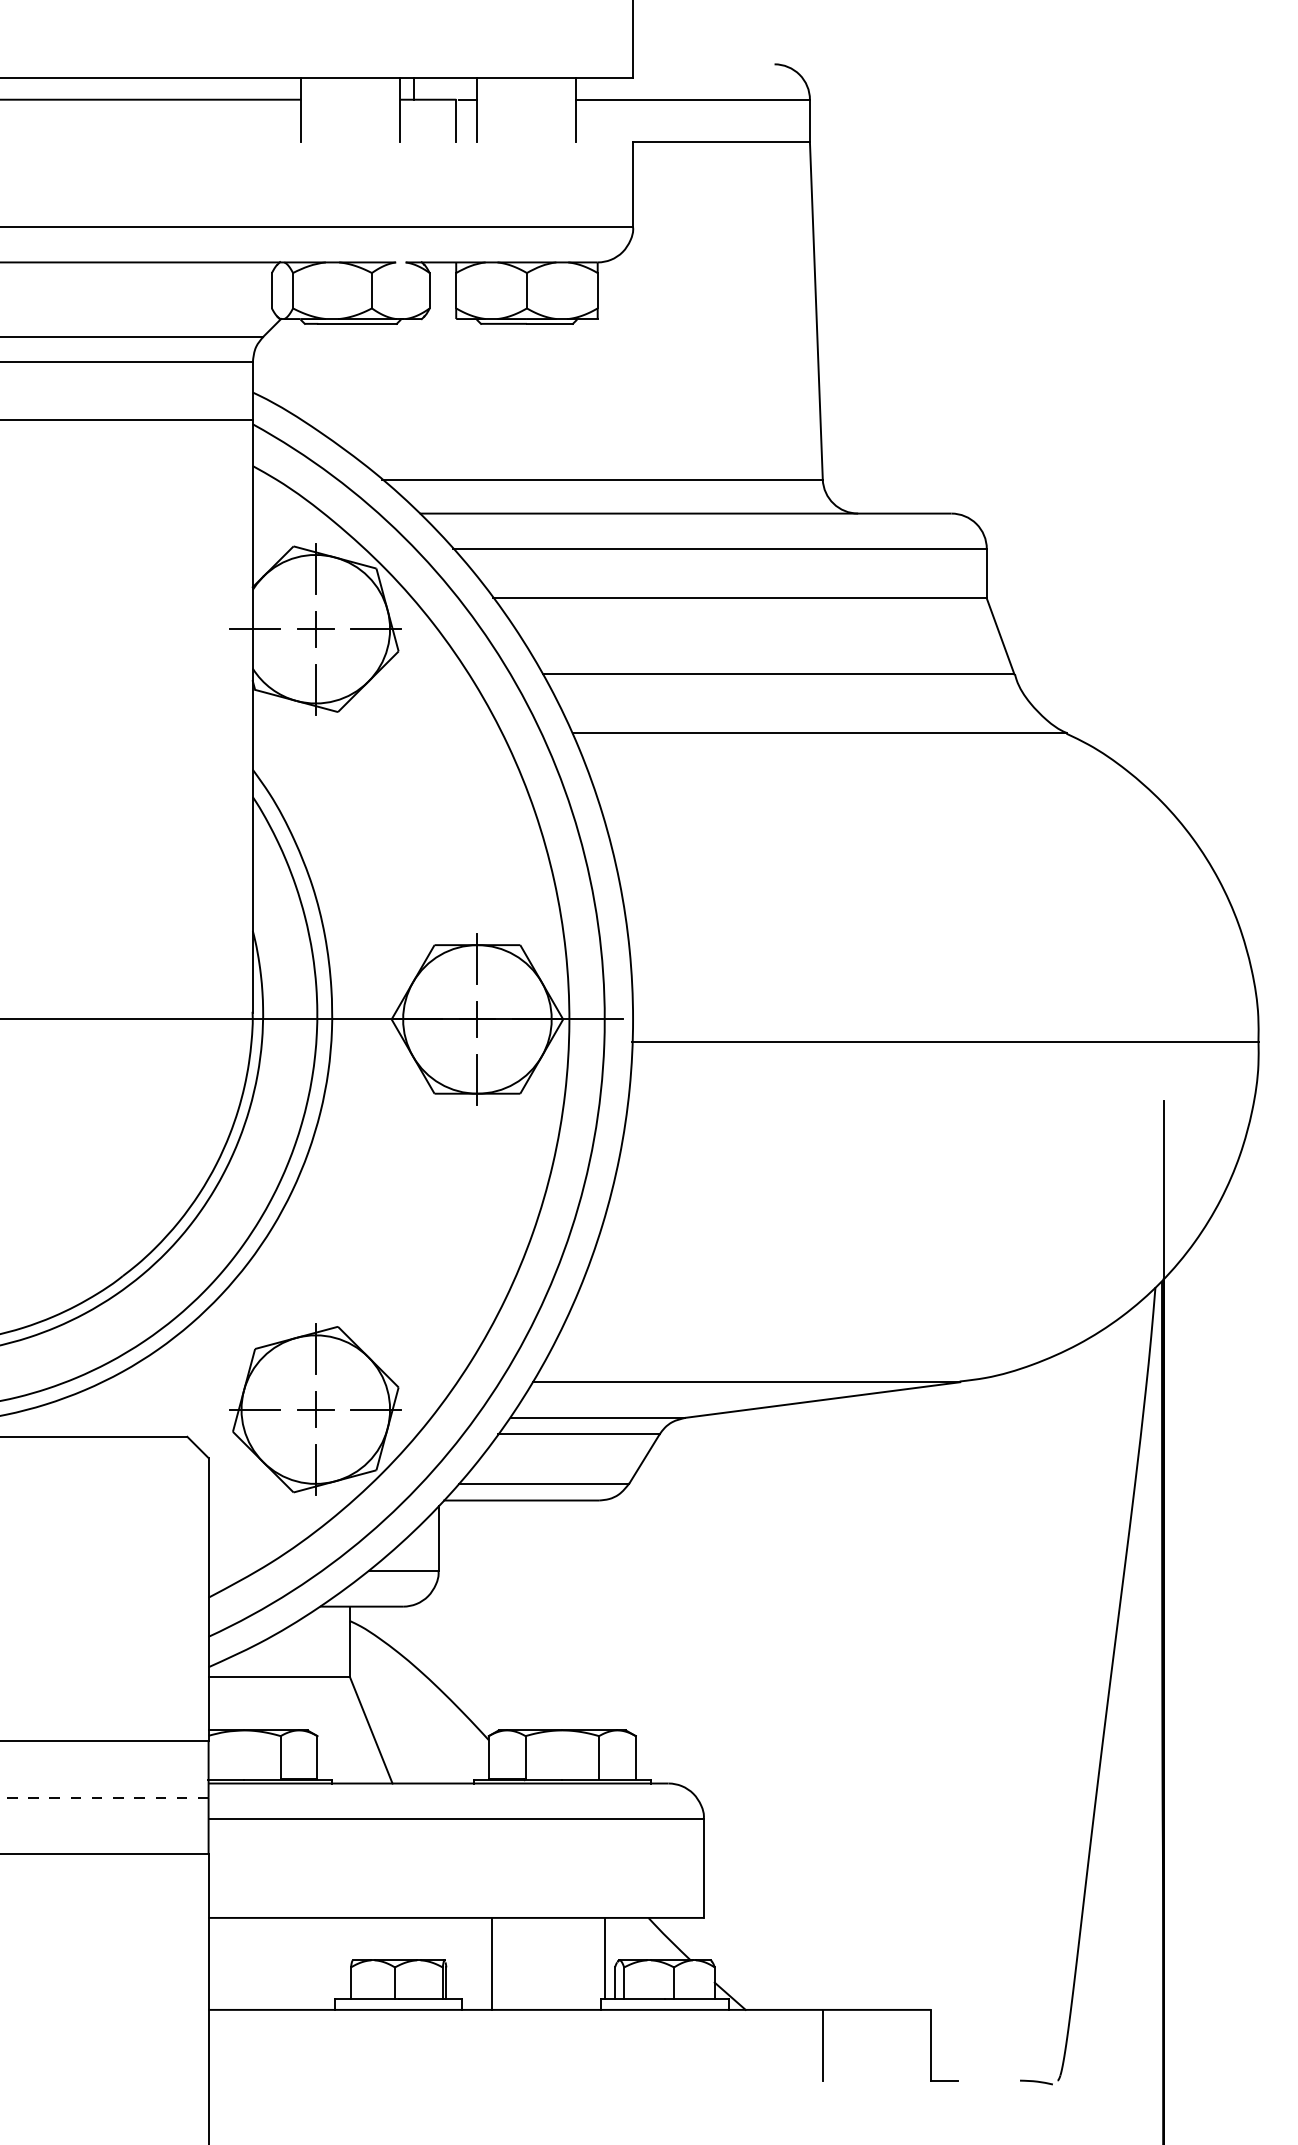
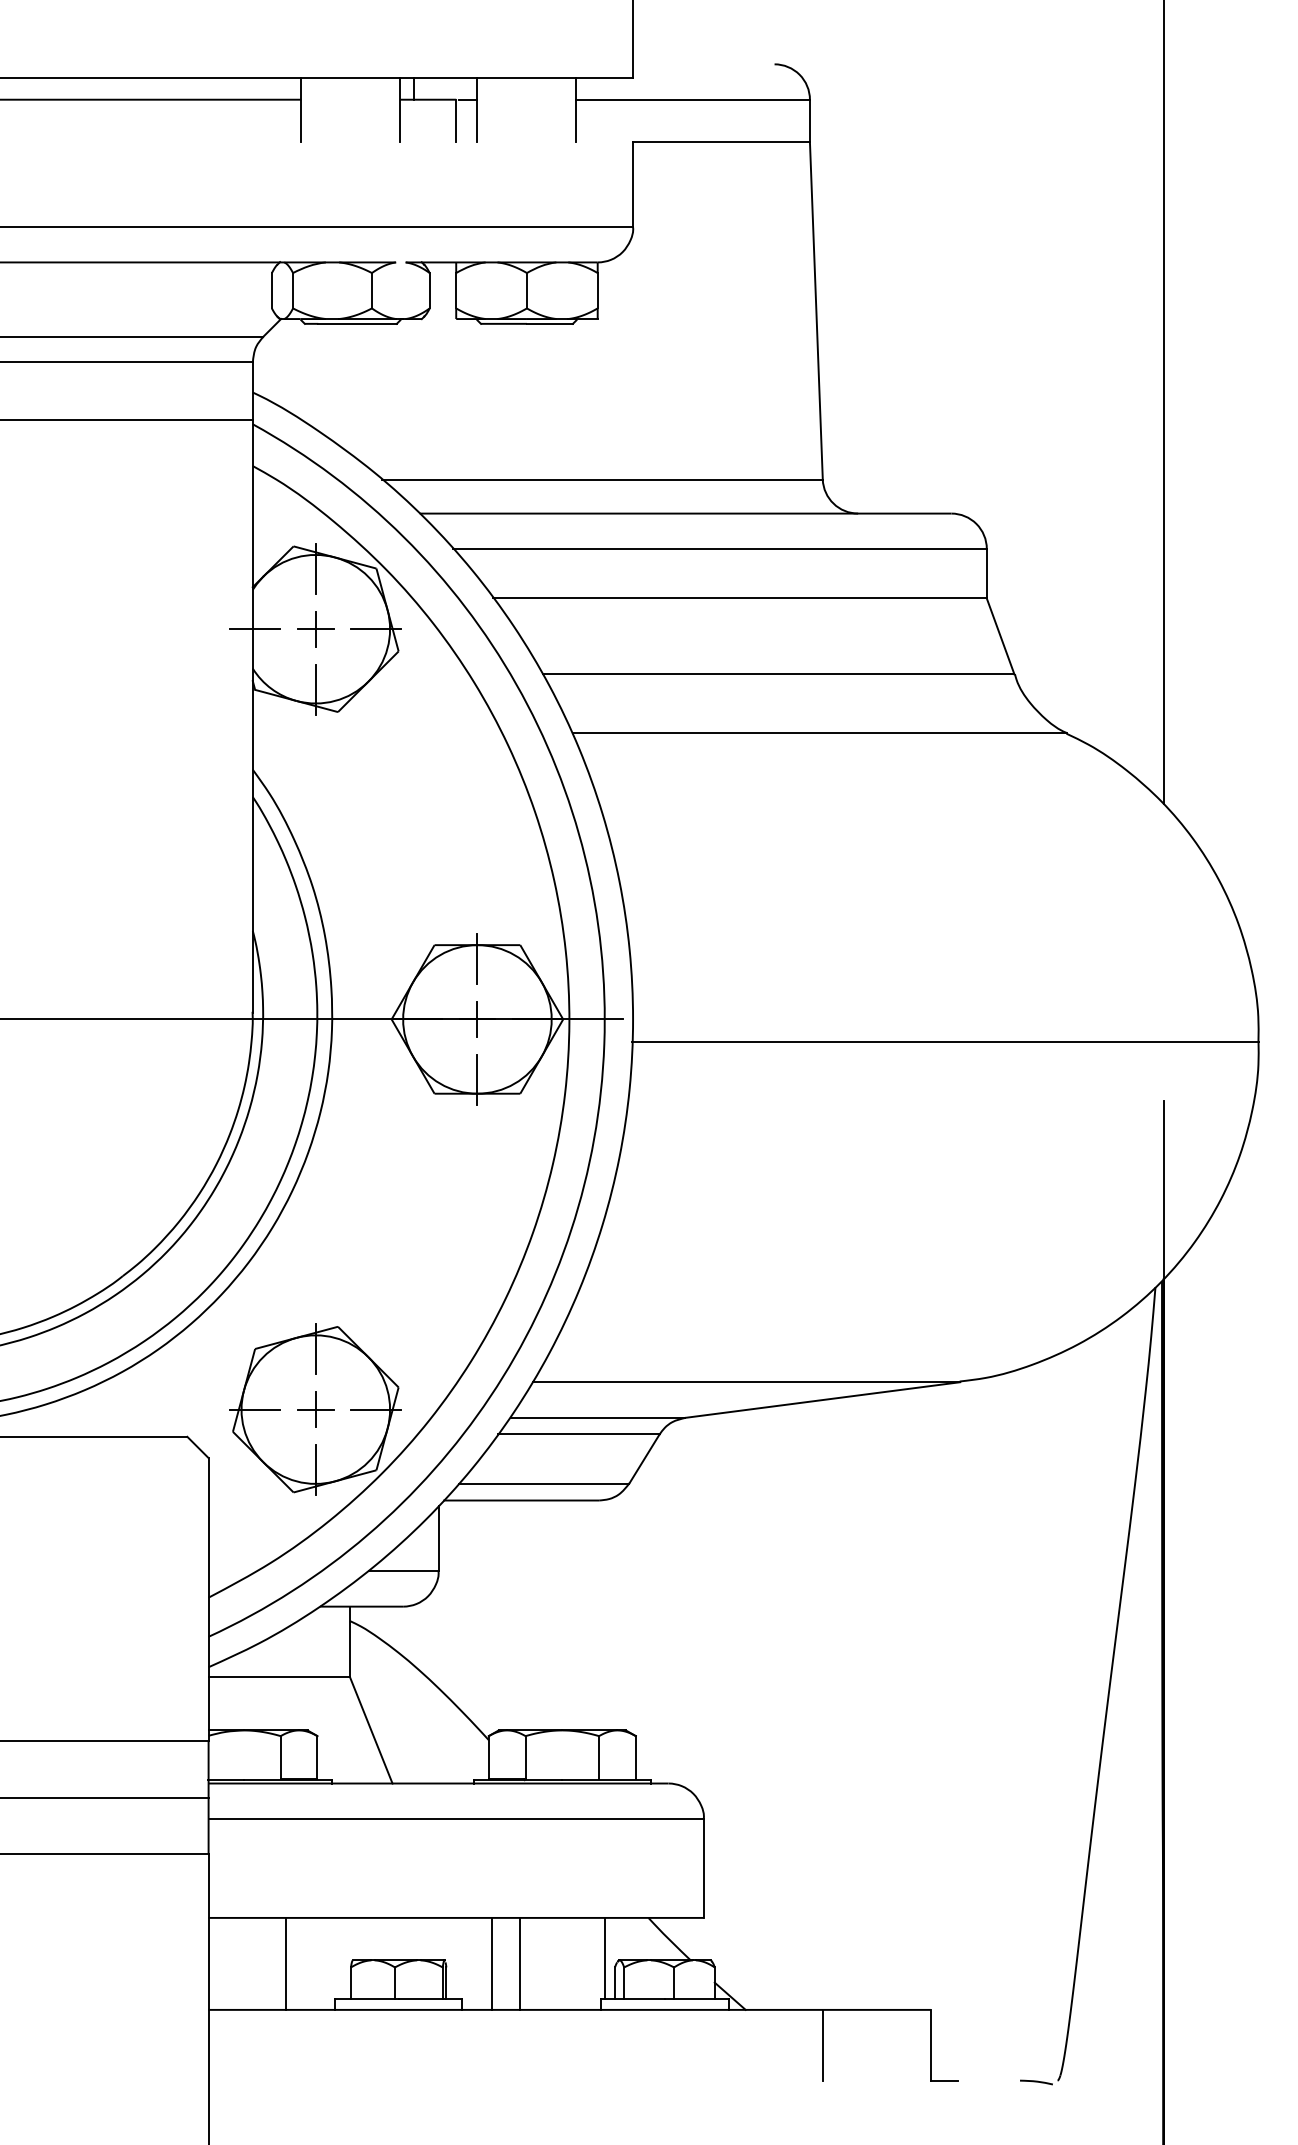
line at (1163, 403): none -> present
line at (104, 1797): dashed -> solid
line at (286, 1963): none -> present
line at (519, 1963): none -> present
